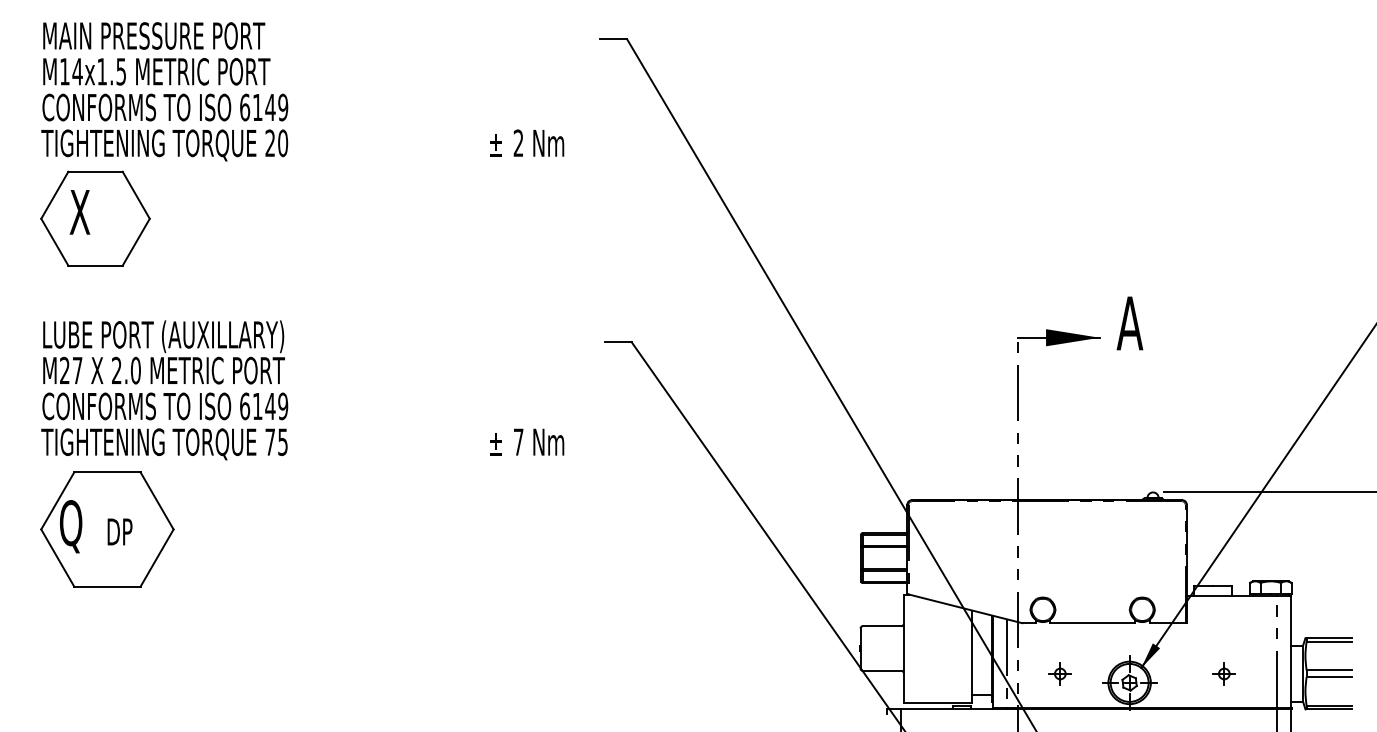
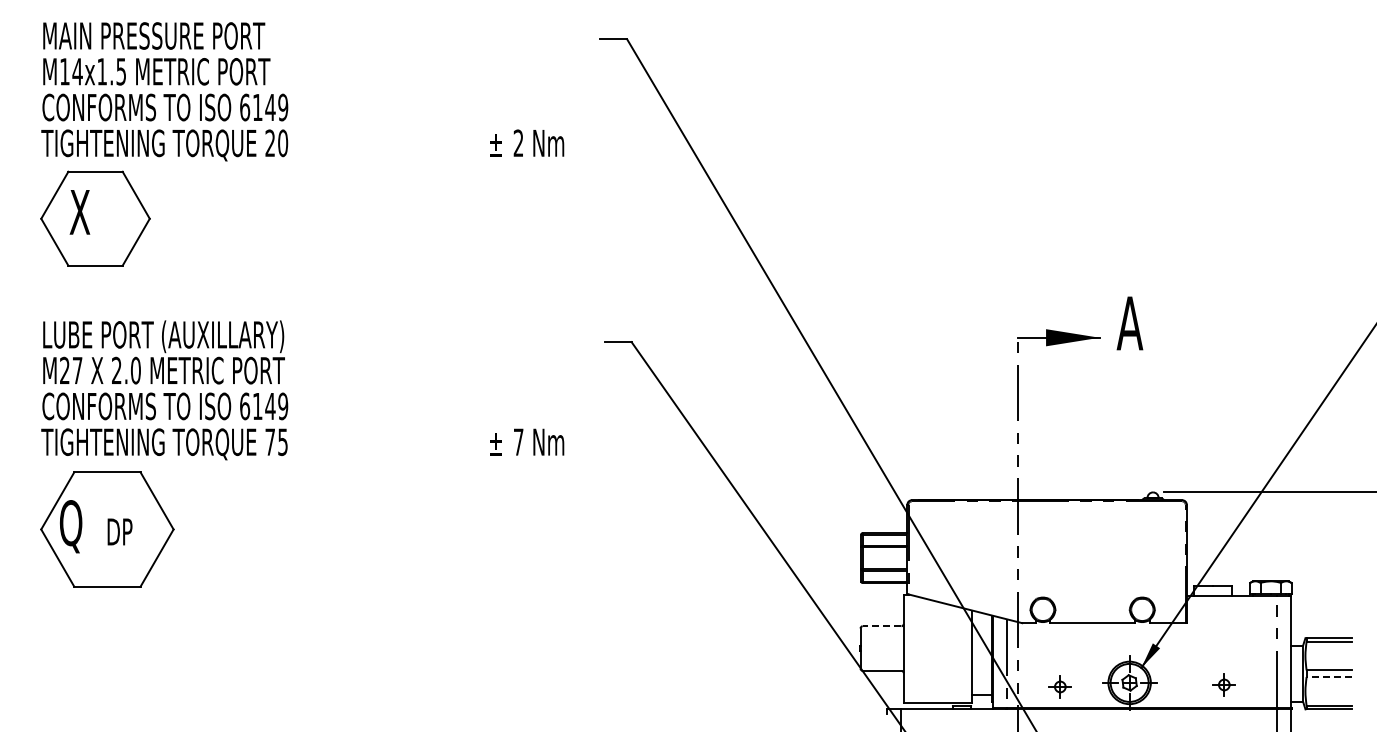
line at (881, 626): solid -> dashed
part at (1059, 673) position: (1059, 673) -> (1059, 686)
part at (1223, 673) position: (1223, 673) -> (1223, 684)
line at (1329, 677): solid -> dashed
